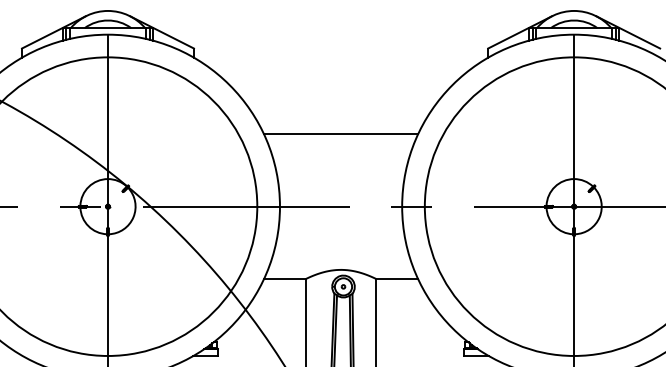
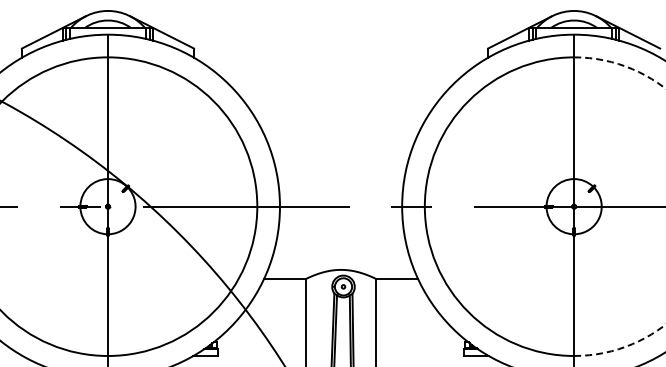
arc at (665, 88): solid -> dashed
line at (340, 134): present -> none
